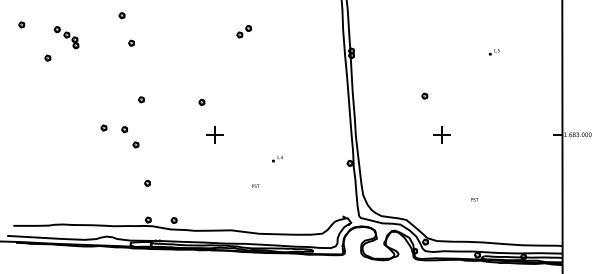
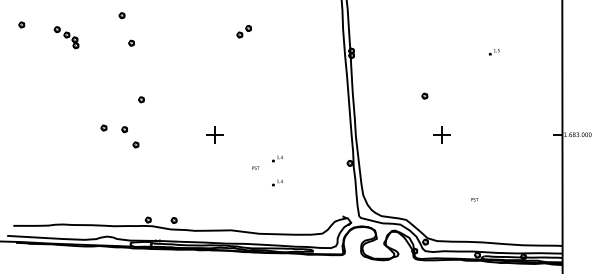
part at (47, 57): present -> none
part at (201, 101): present -> none
part at (147, 182): present -> none
part at (277, 182): none -> present
text at (255, 185) position: (255, 185) -> (255, 167)
